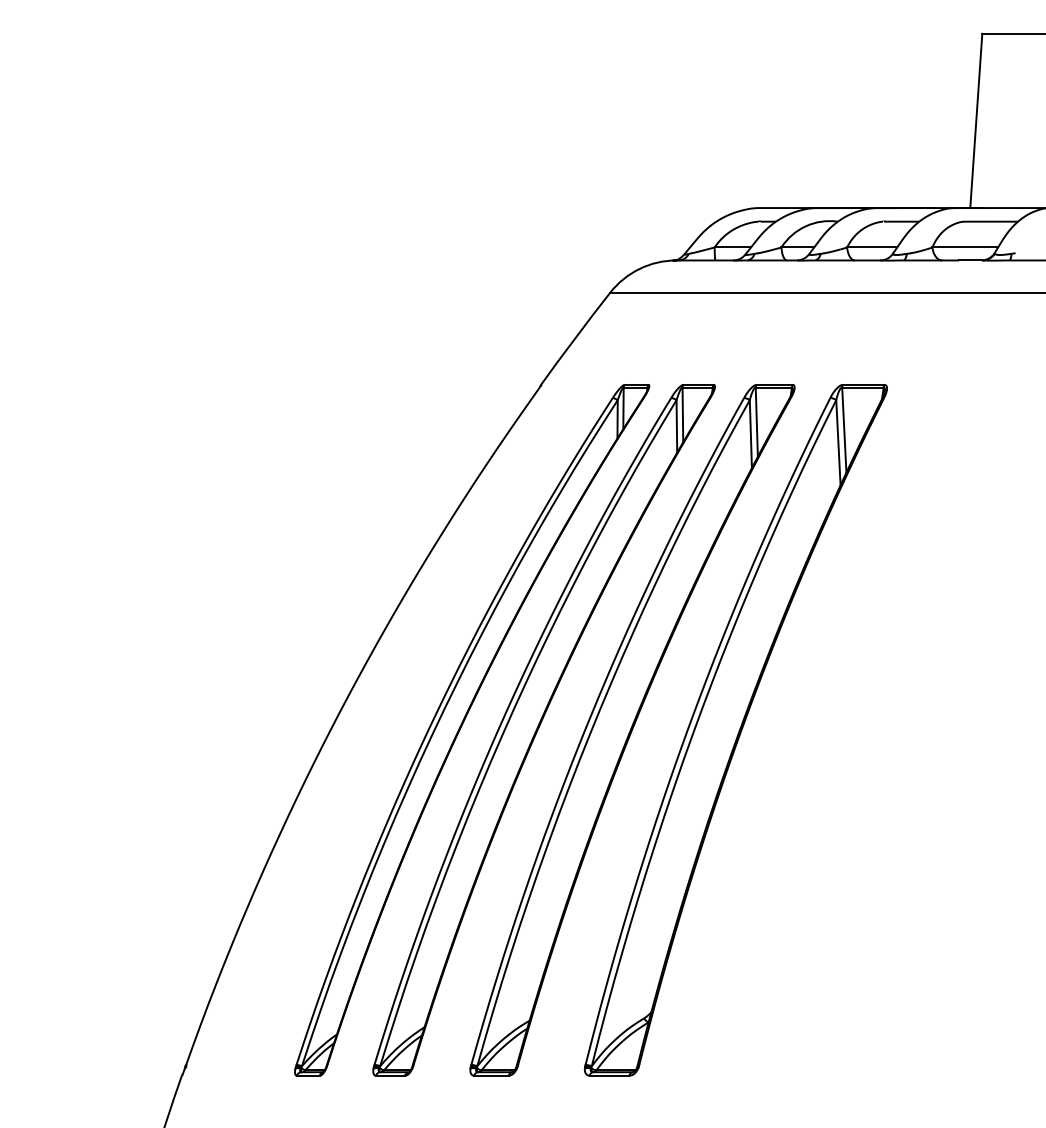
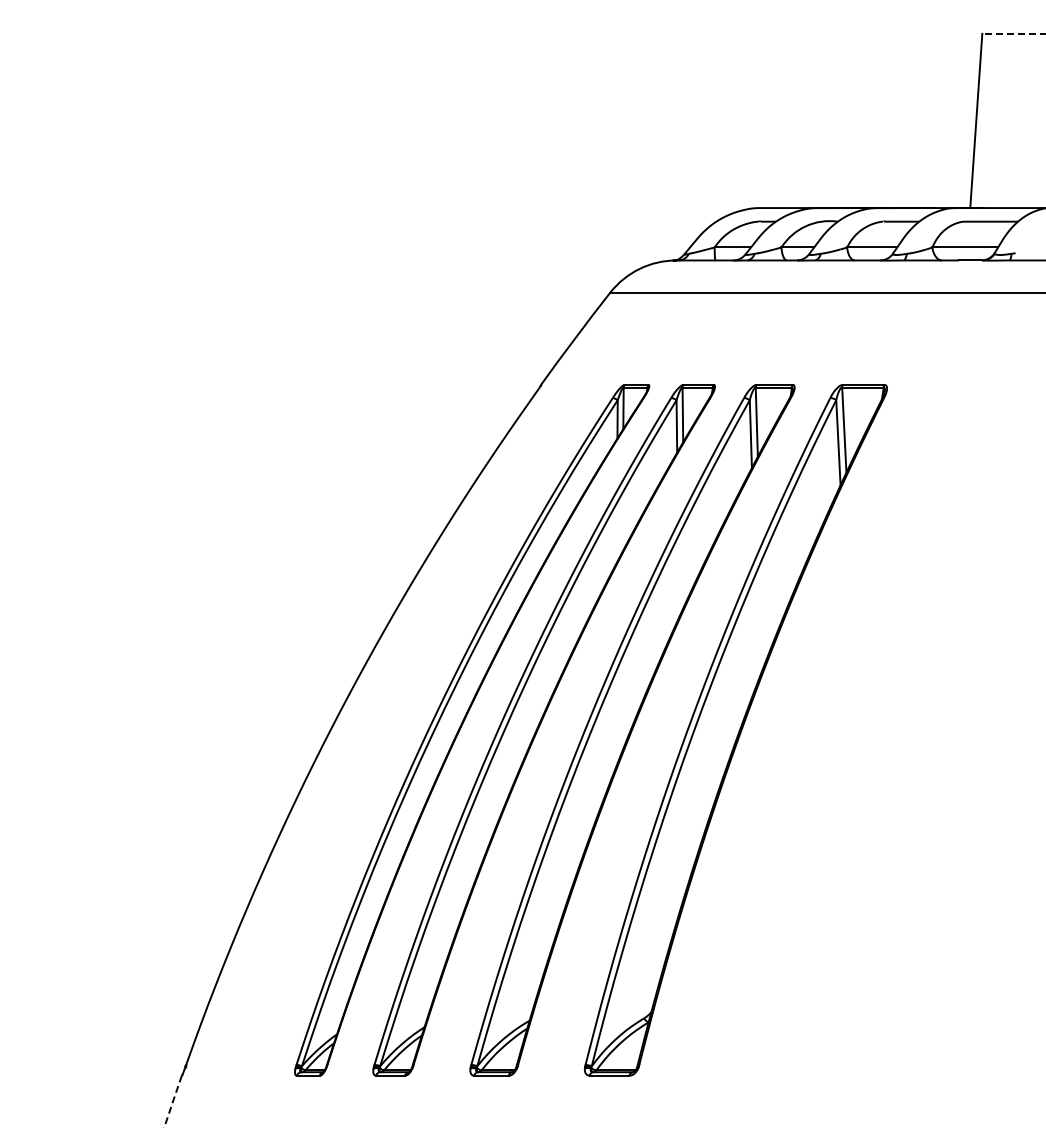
line at (1013, 33): solid -> dashed
arc at (172, 1102): solid -> dashed
